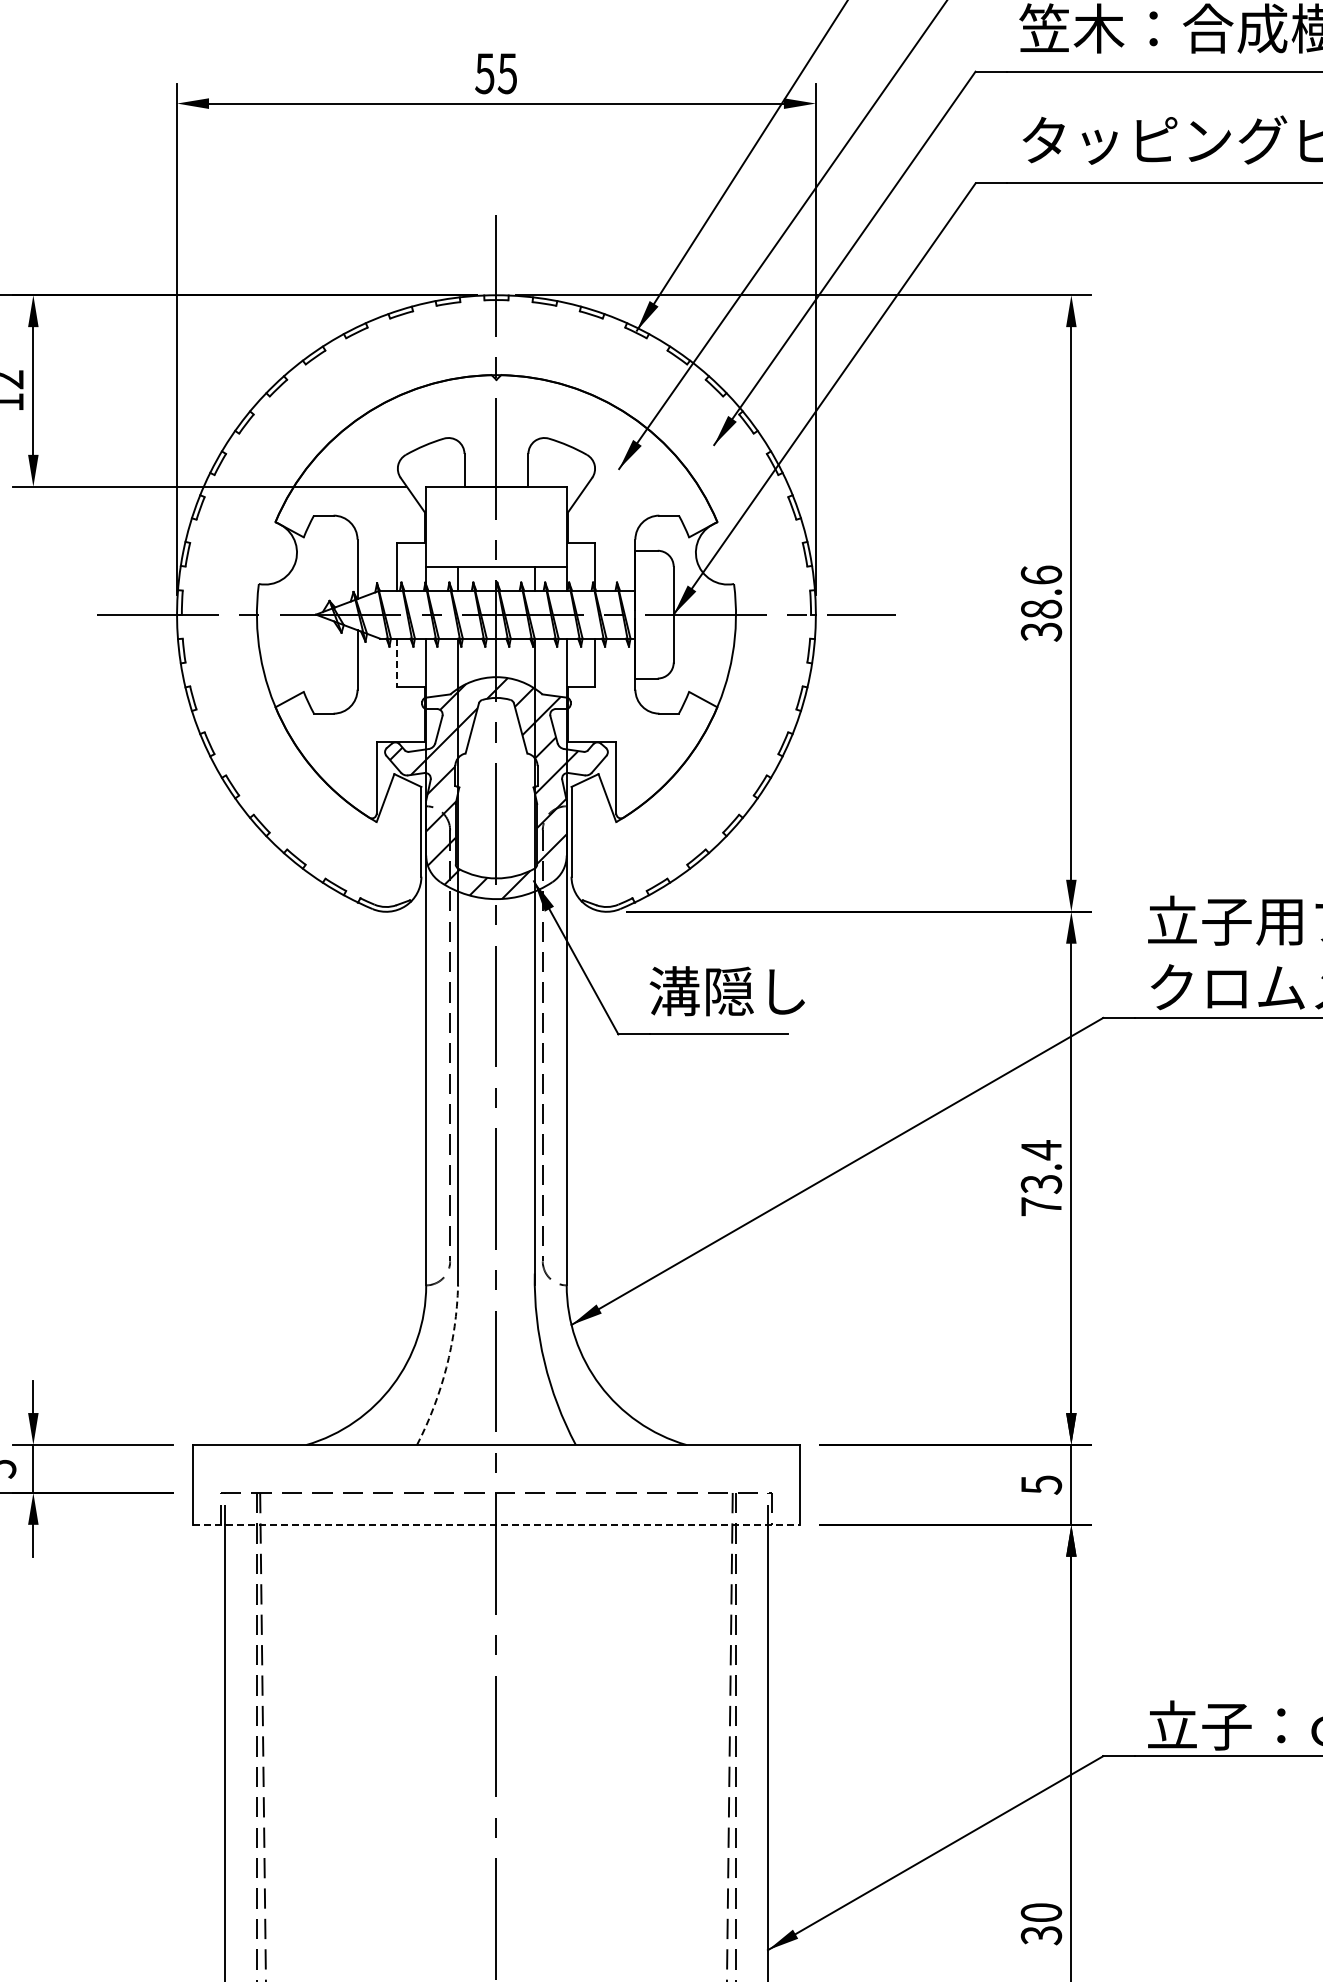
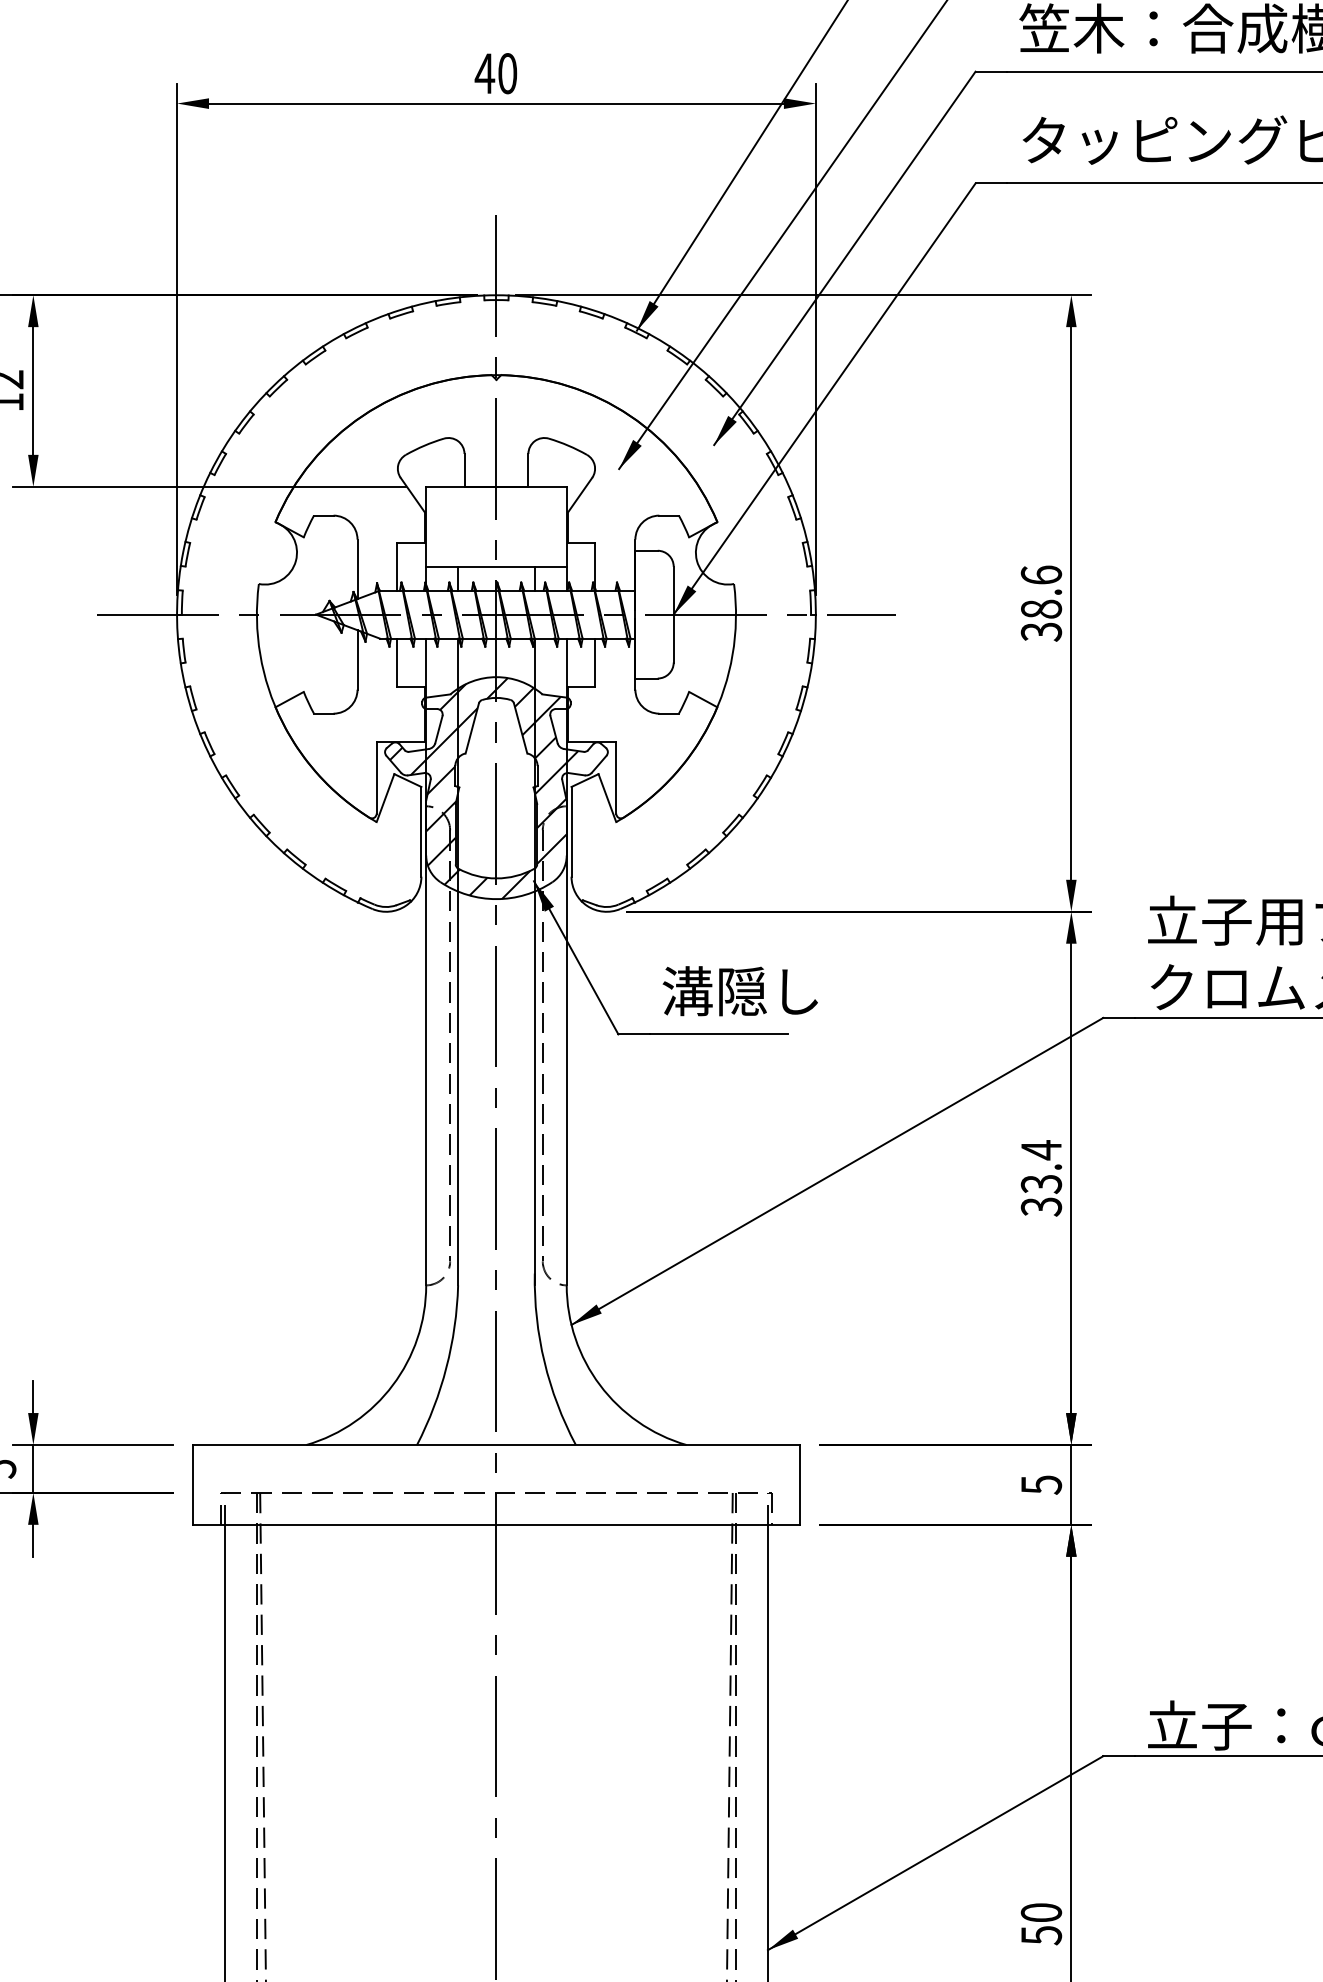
text at (495, 73): 55 -> 40
line at (397, 662): dashed -> solid
text at (726, 991) position: (726, 991) -> (739, 991)
text at (1041, 1206): 73.4 -> 33.4
arc at (446, 1367): dashed -> solid
line at (496, 1524): dashed -> solid
text at (1040, 1935): 30 -> 50
